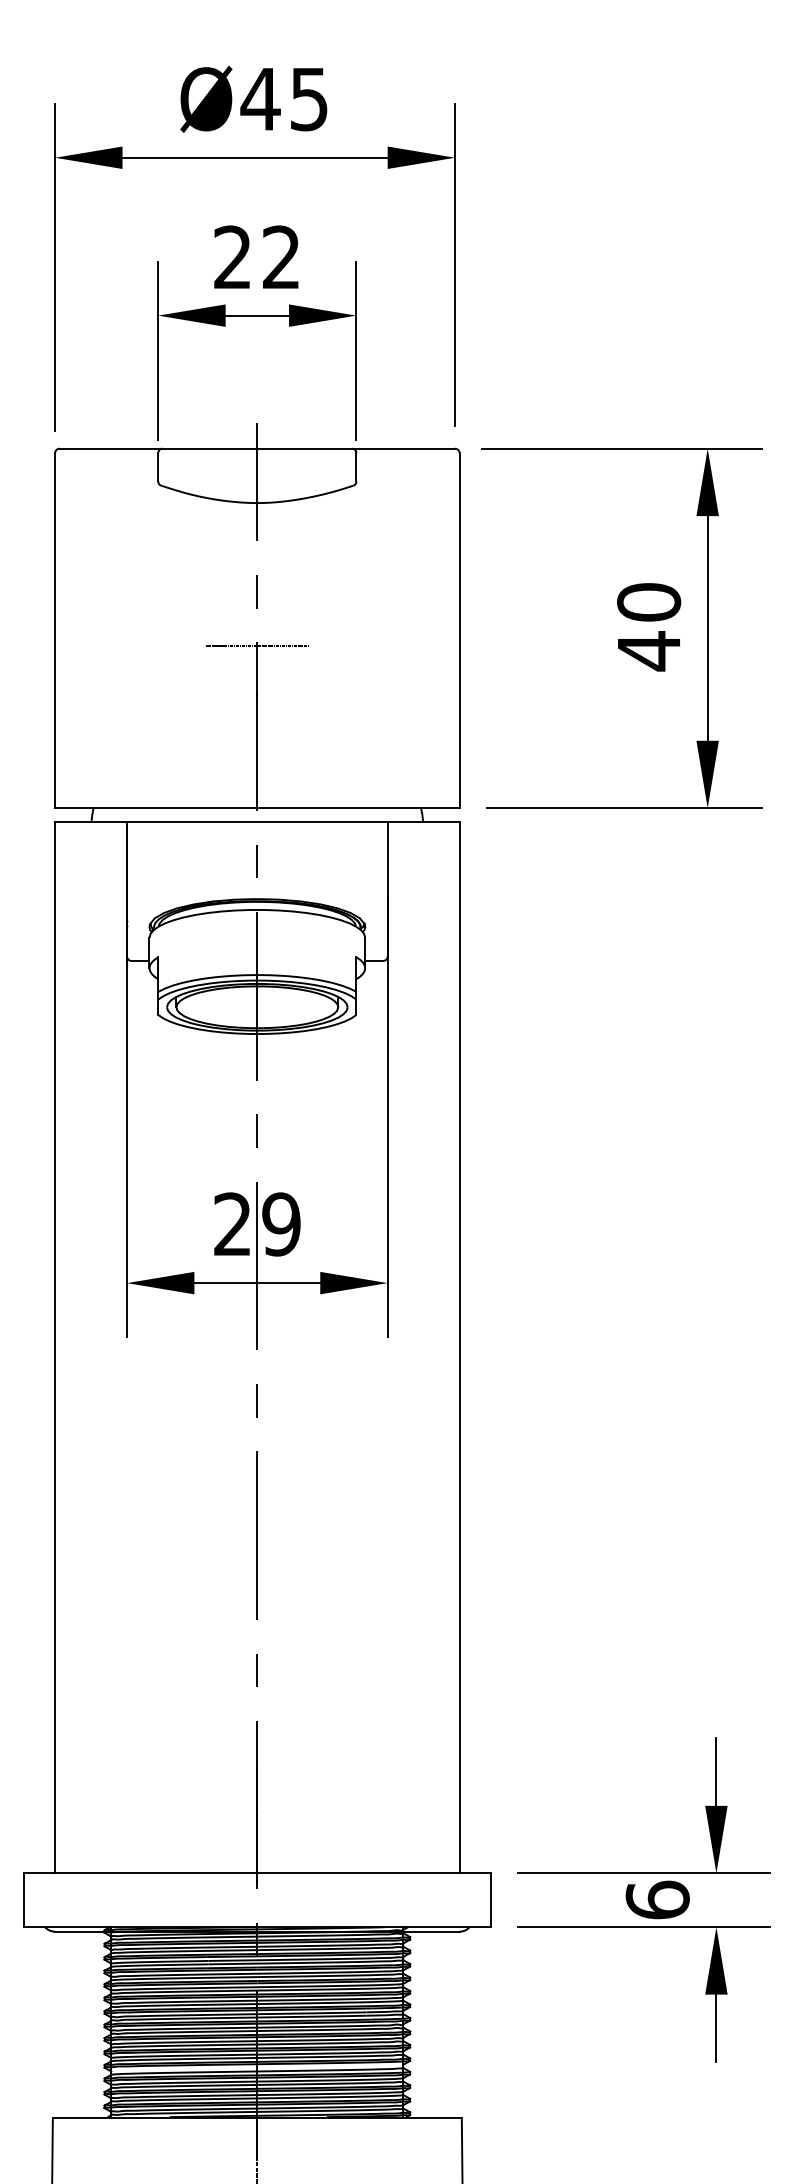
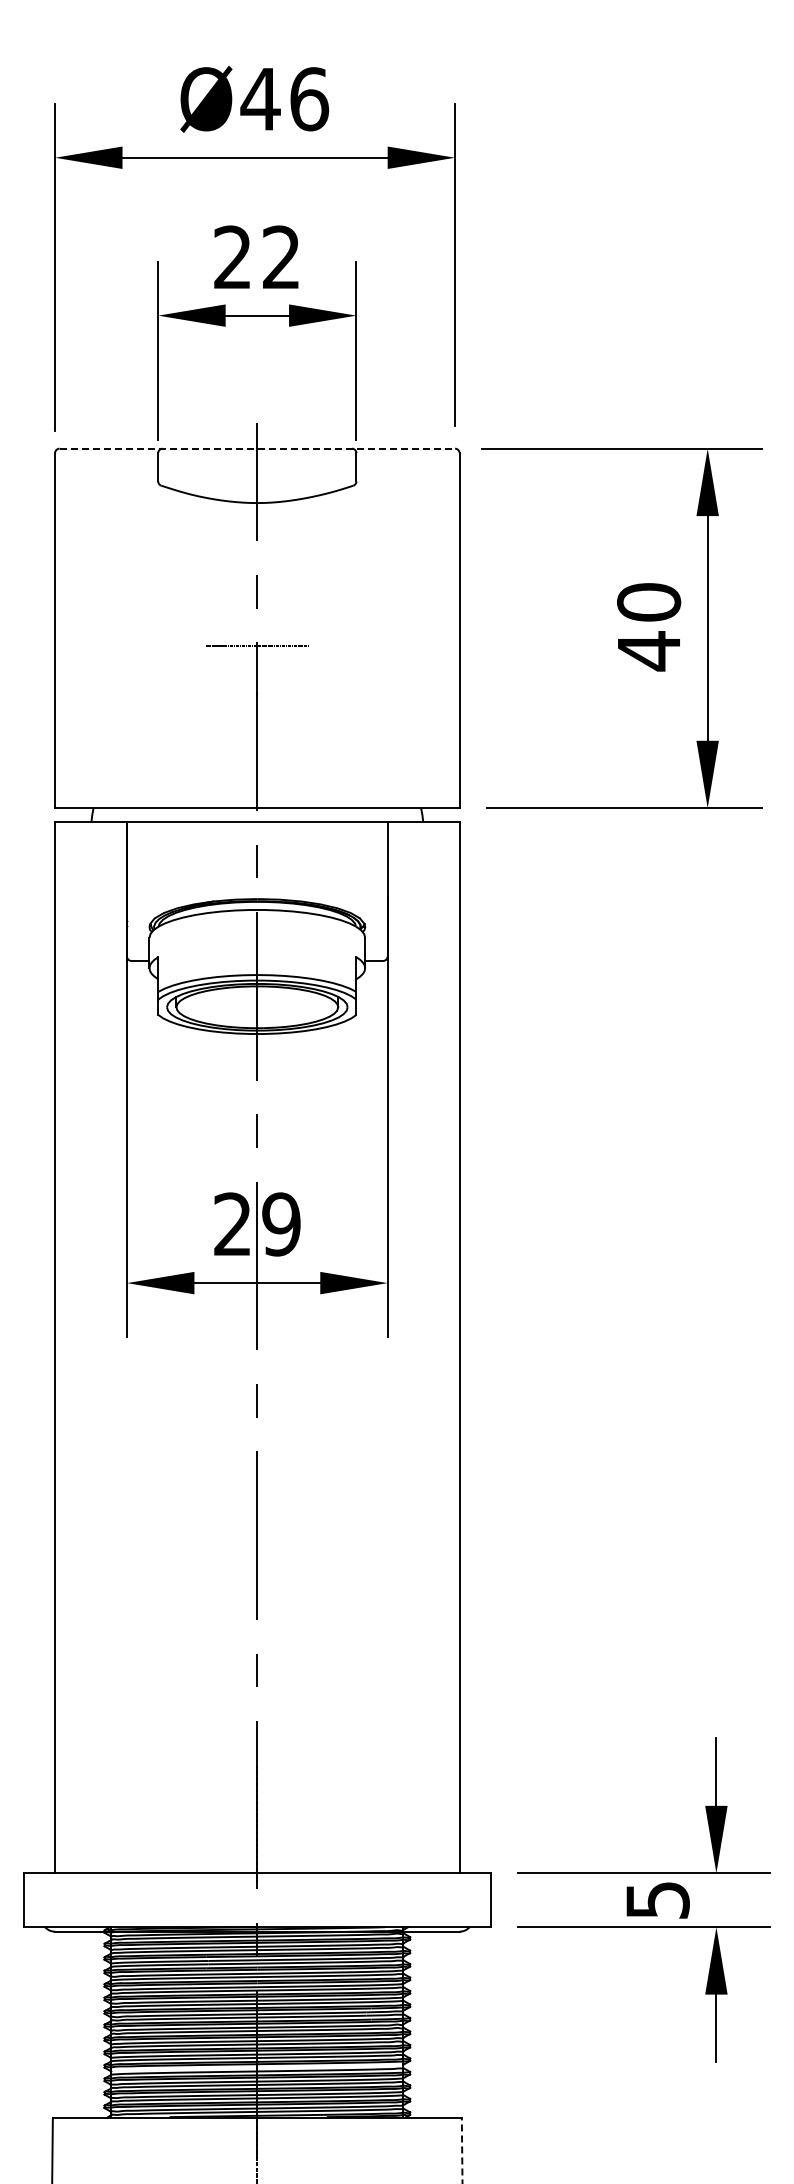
text at (309, 99): Ø45 -> Ø46
line at (257, 448): solid -> dashed
text at (657, 1899): 6 -> 5
line at (462, 2150): solid -> dashed
